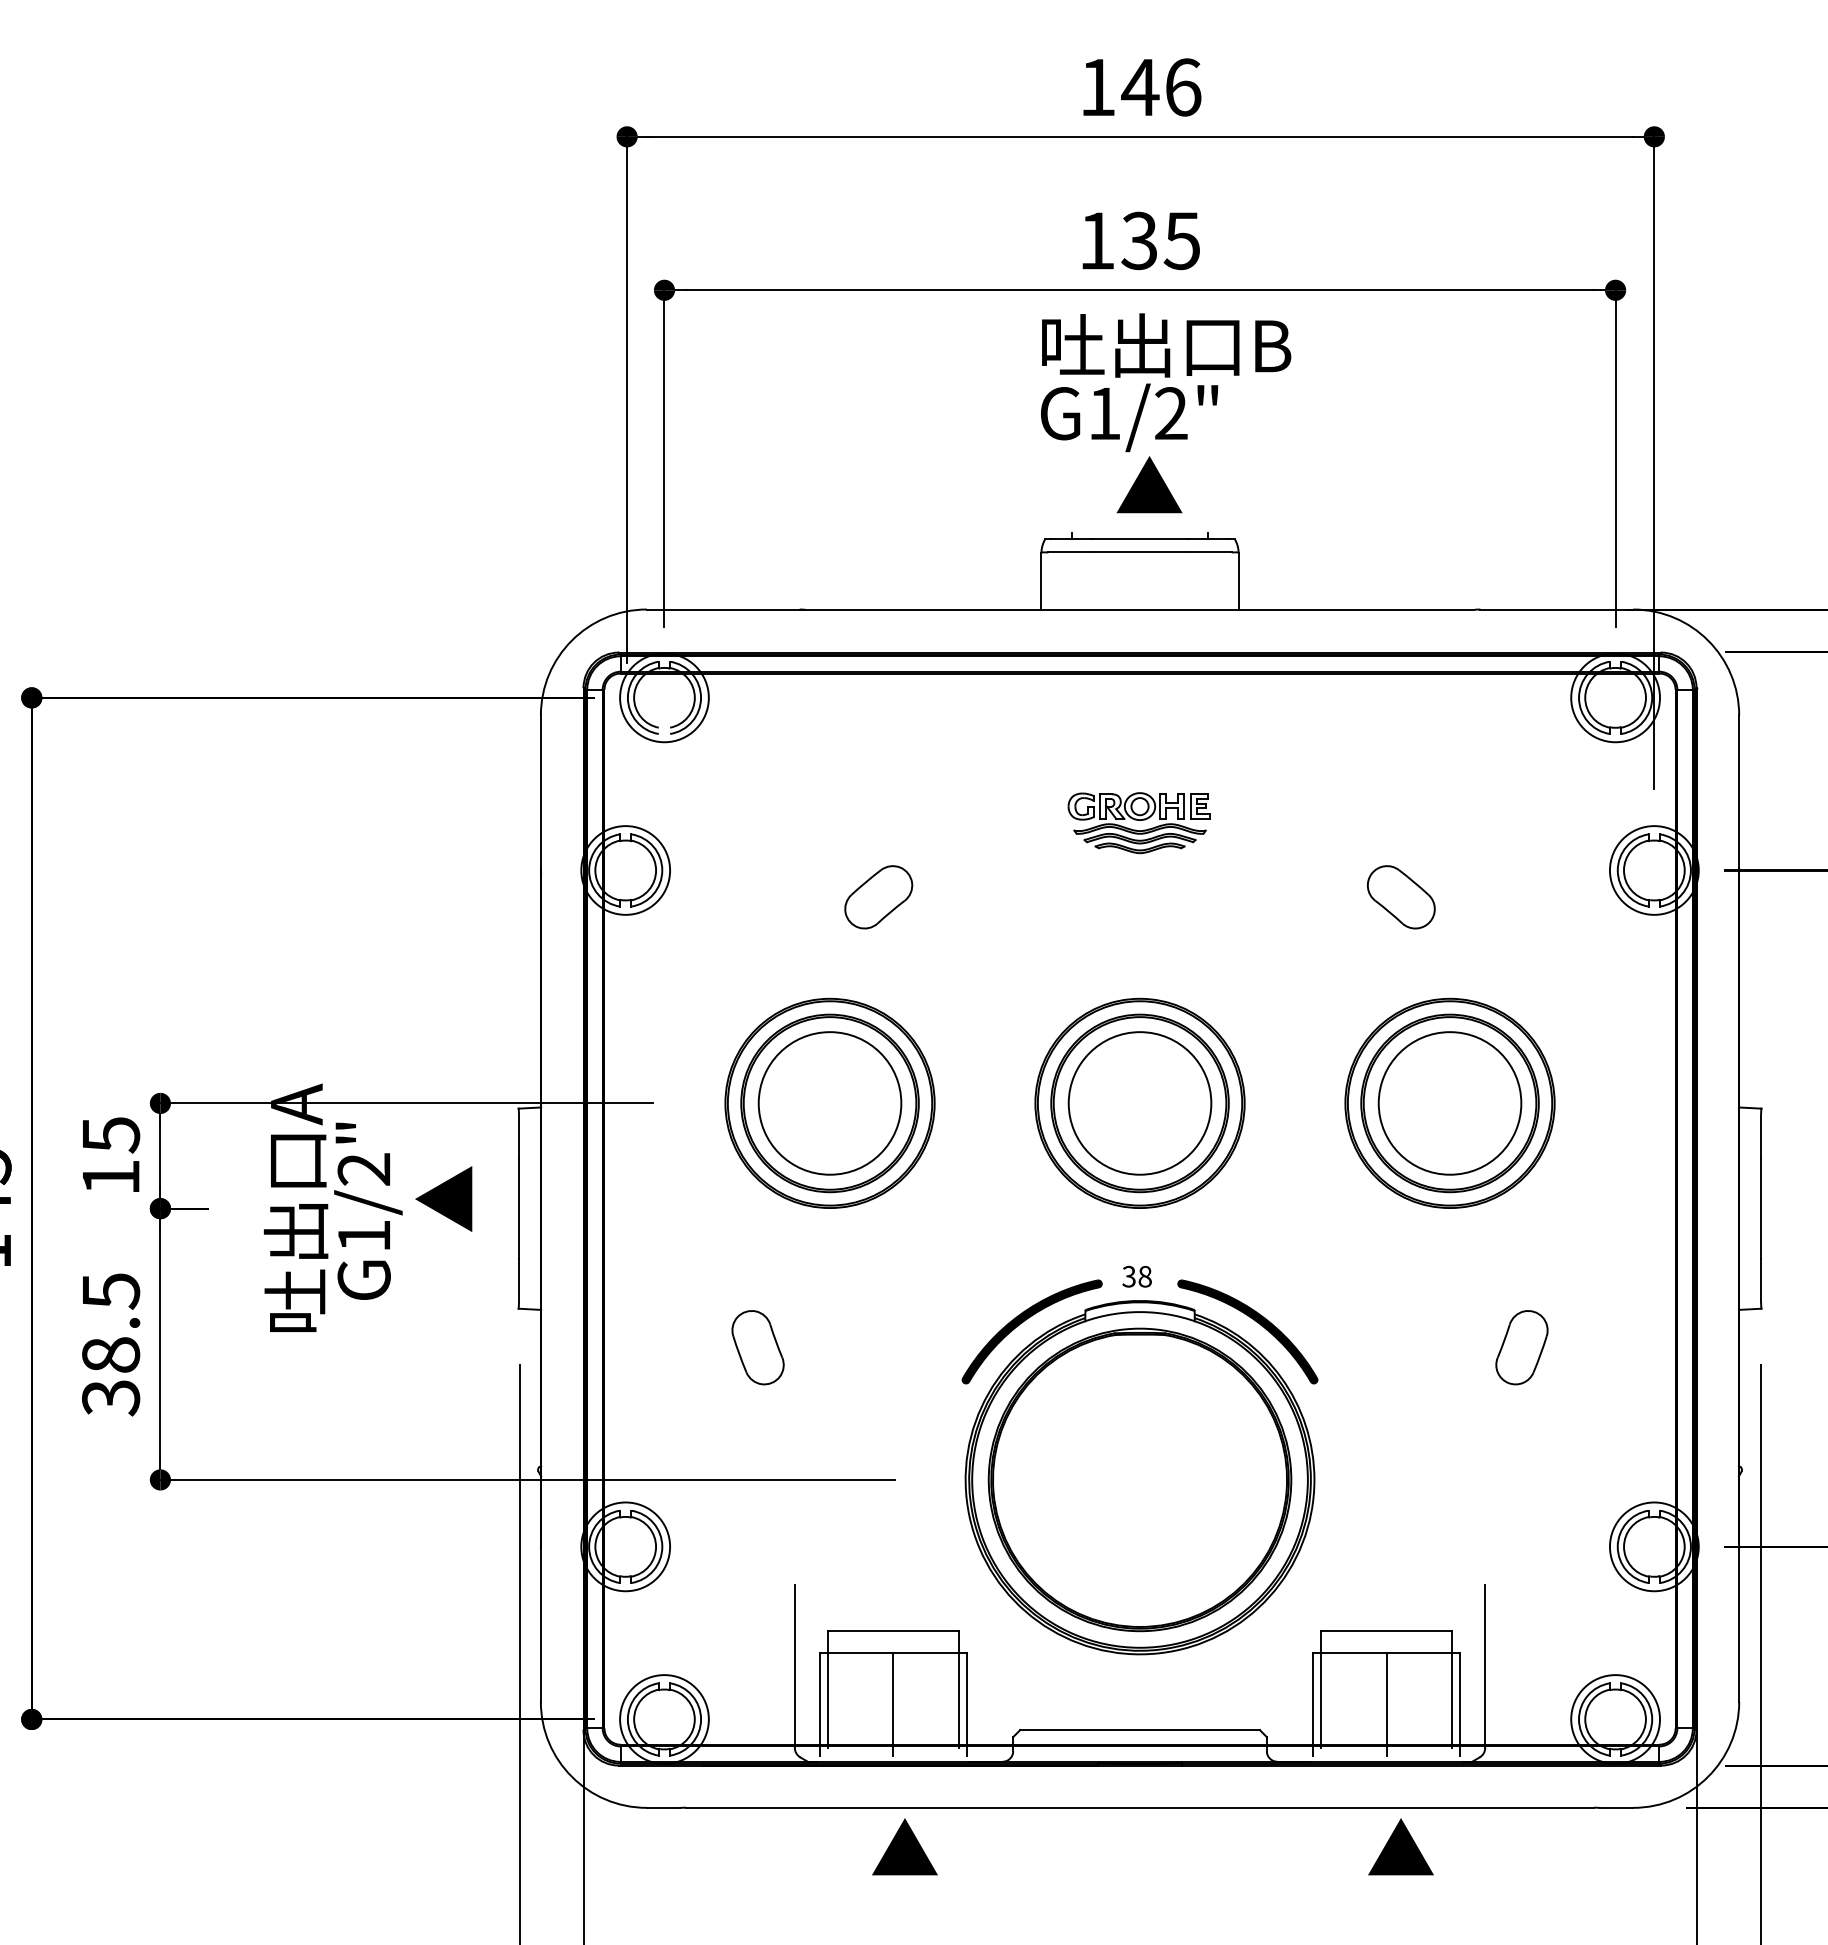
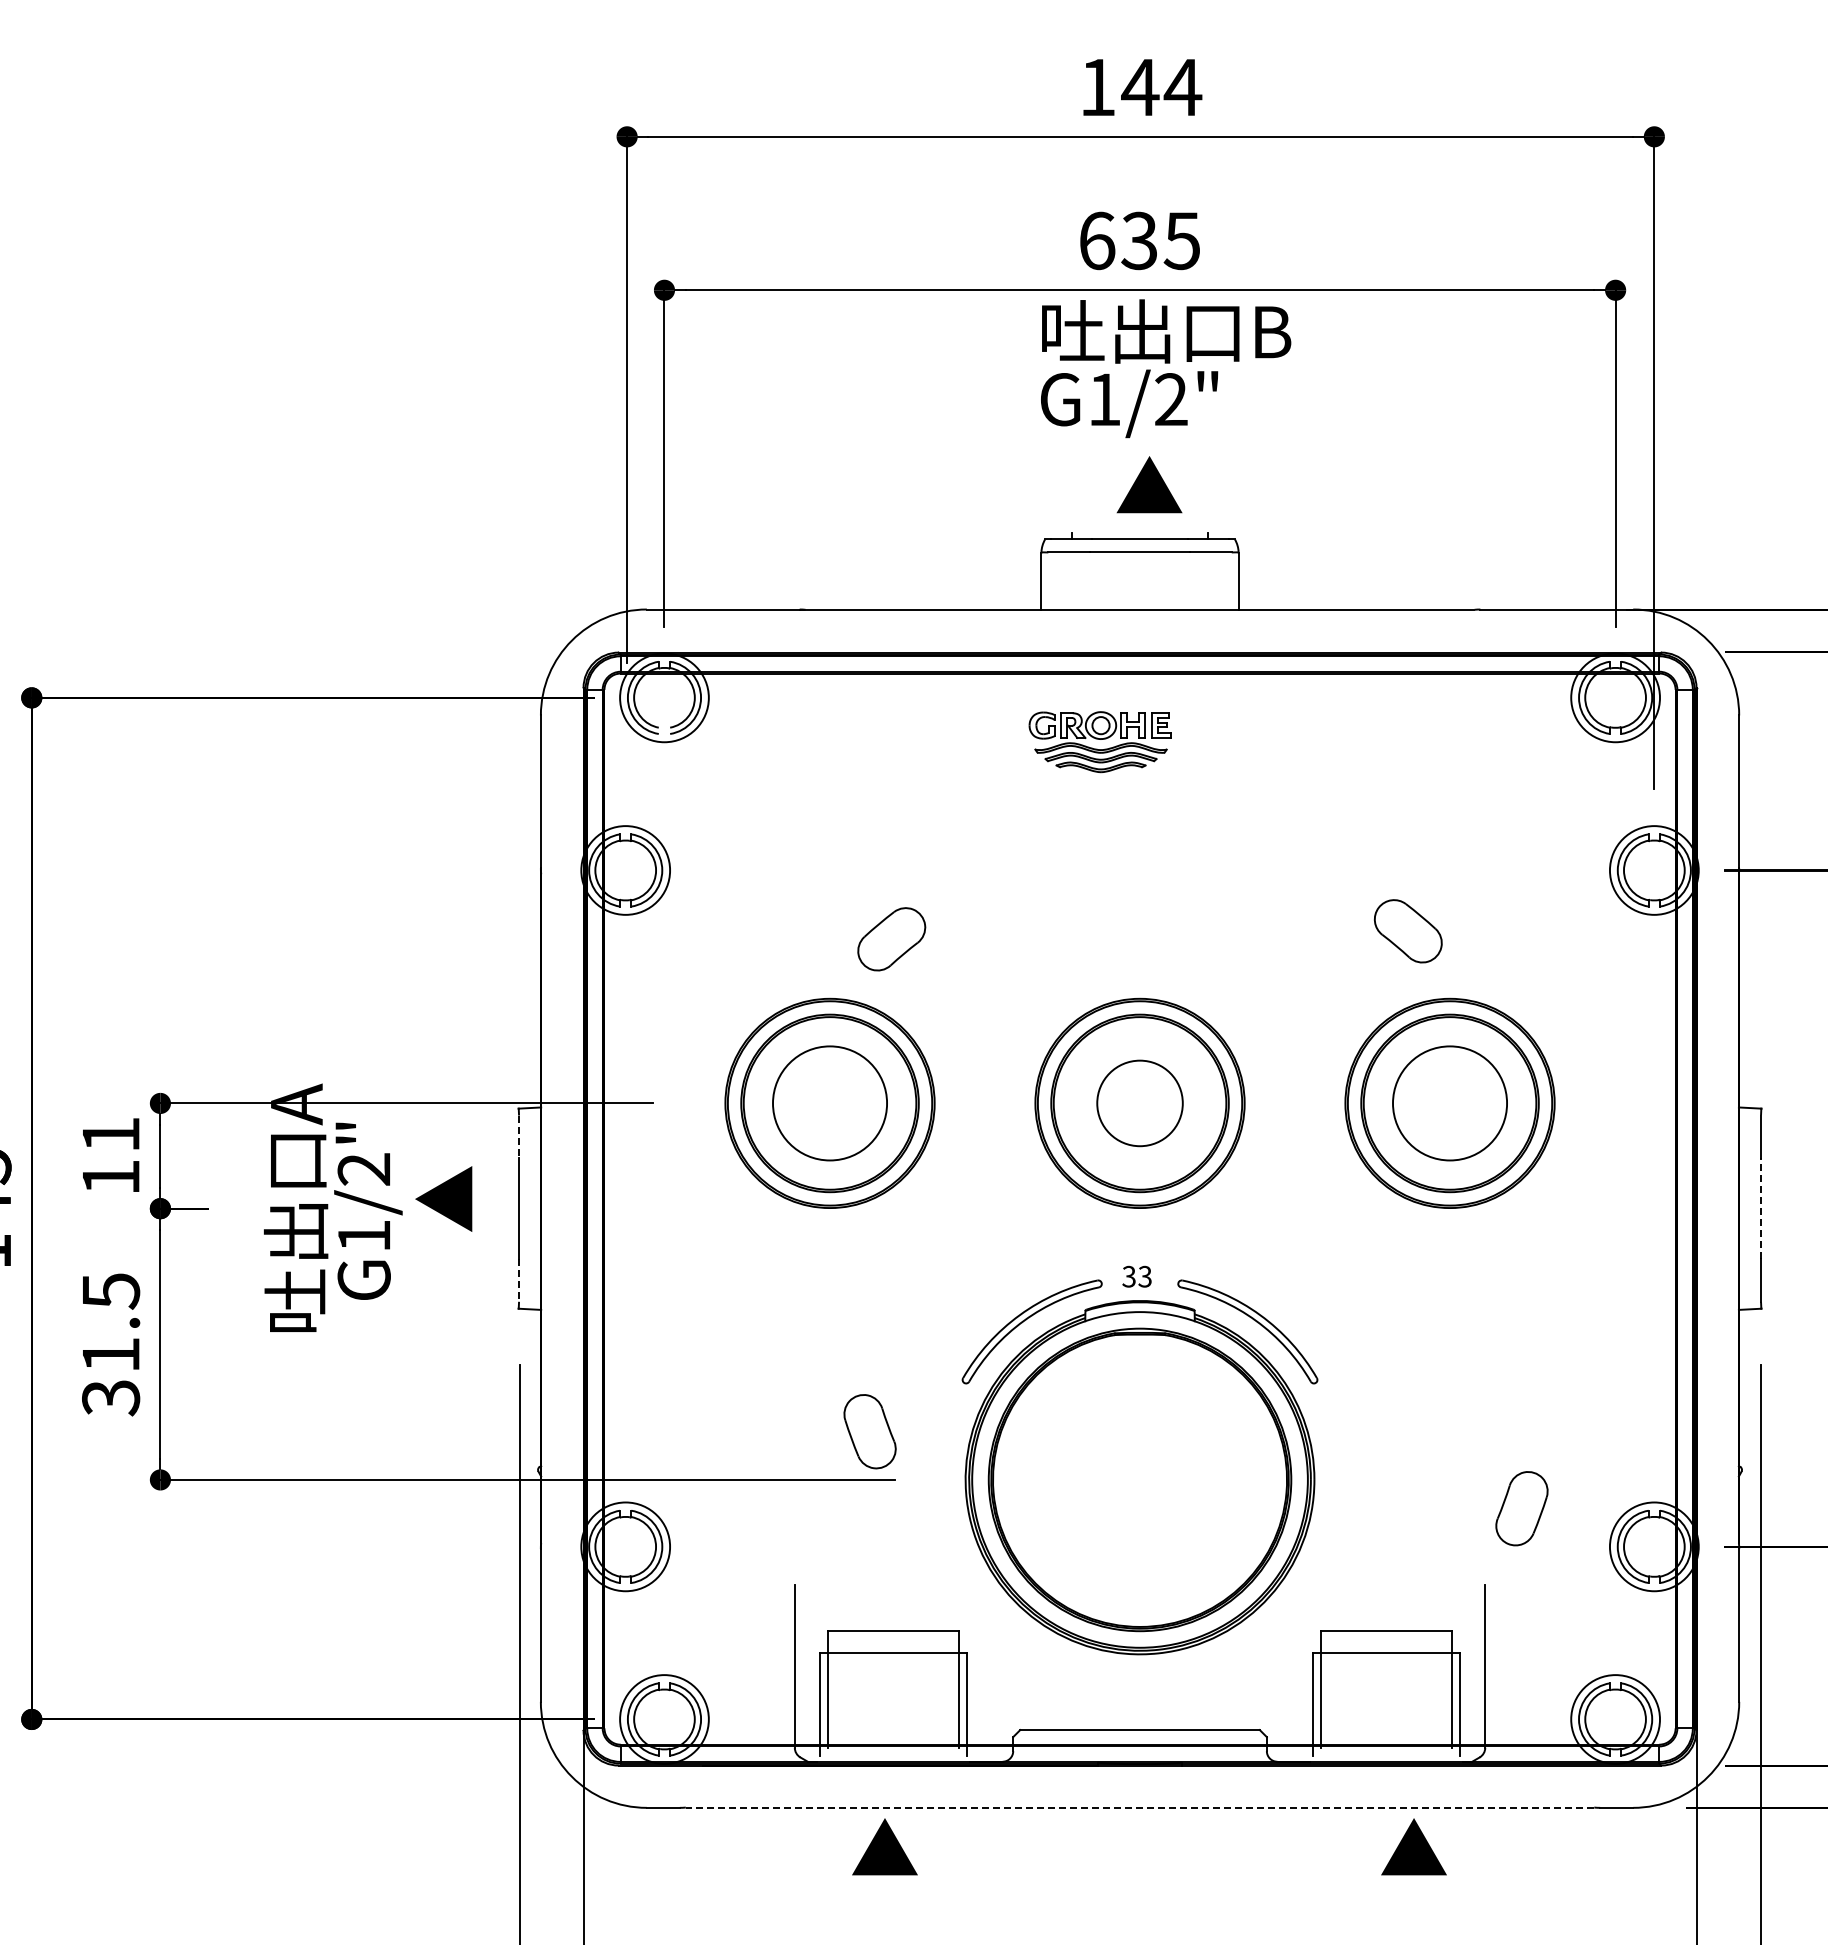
text at (1182, 87): 146 -> 144
text at (1097, 240): 135 -> 635
text at (1166, 382) position: (1166, 382) -> (1166, 368)
part at (1138, 823) position: (1138, 823) -> (1099, 742)
part at (878, 897) position: (878, 897) -> (891, 939)
part at (1401, 897) position: (1401, 897) -> (1408, 931)
circle at (829, 1103) diameter: 143 px -> 114 px
circle at (1139, 1103) diameter: 143 px -> 86 px
circle at (1449, 1103) diameter: 143 px -> 114 px
text at (111, 1135): 15 -> 11
line at (519, 1137): solid -> dashed
line at (1761, 1208): solid -> dashed
text at (1144, 1276): 38 -> 33
line at (519, 1281): solid -> dashed
fill at (1031, 1331): present -> none
fill at (1247, 1331): present -> none
part at (757, 1347) position: (757, 1347) -> (869, 1431)
part at (1521, 1347) position: (1521, 1347) -> (1521, 1508)
text at (111, 1354): 38.5 -> 31.5
line at (893, 1703): present -> none
line at (1386, 1703): present -> none
line at (1139, 1807): solid -> dashed
text at (904, 1846) position: (904, 1846) -> (884, 1846)
text at (1400, 1846) position: (1400, 1846) -> (1413, 1846)
